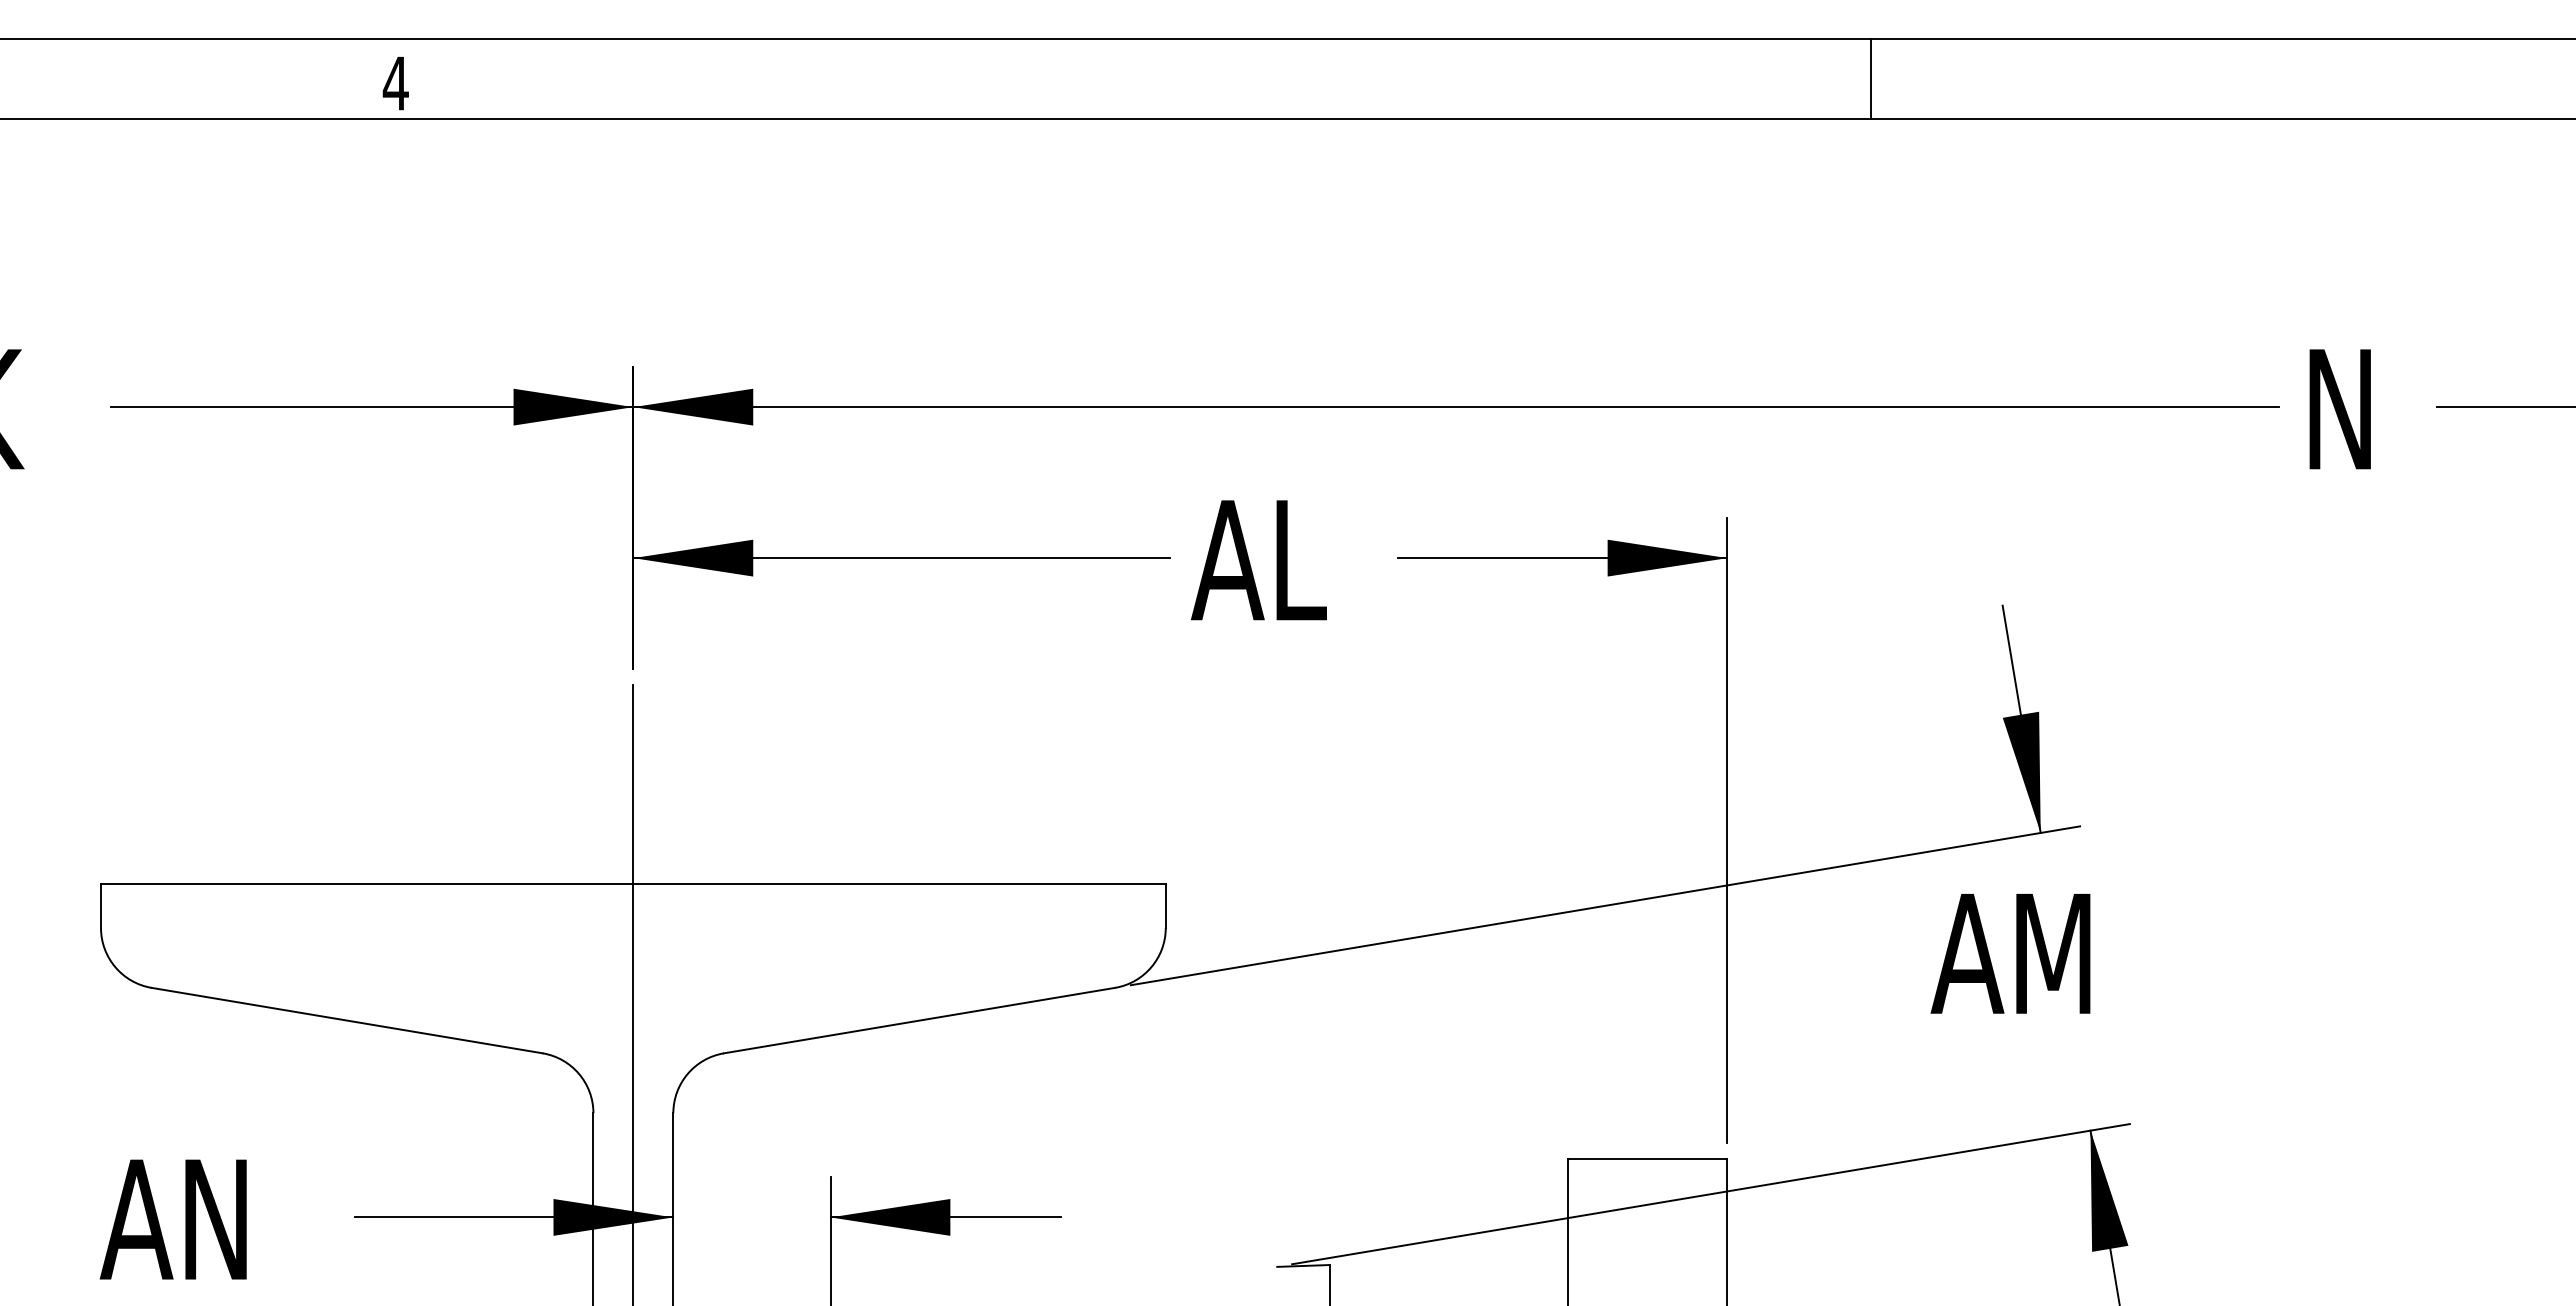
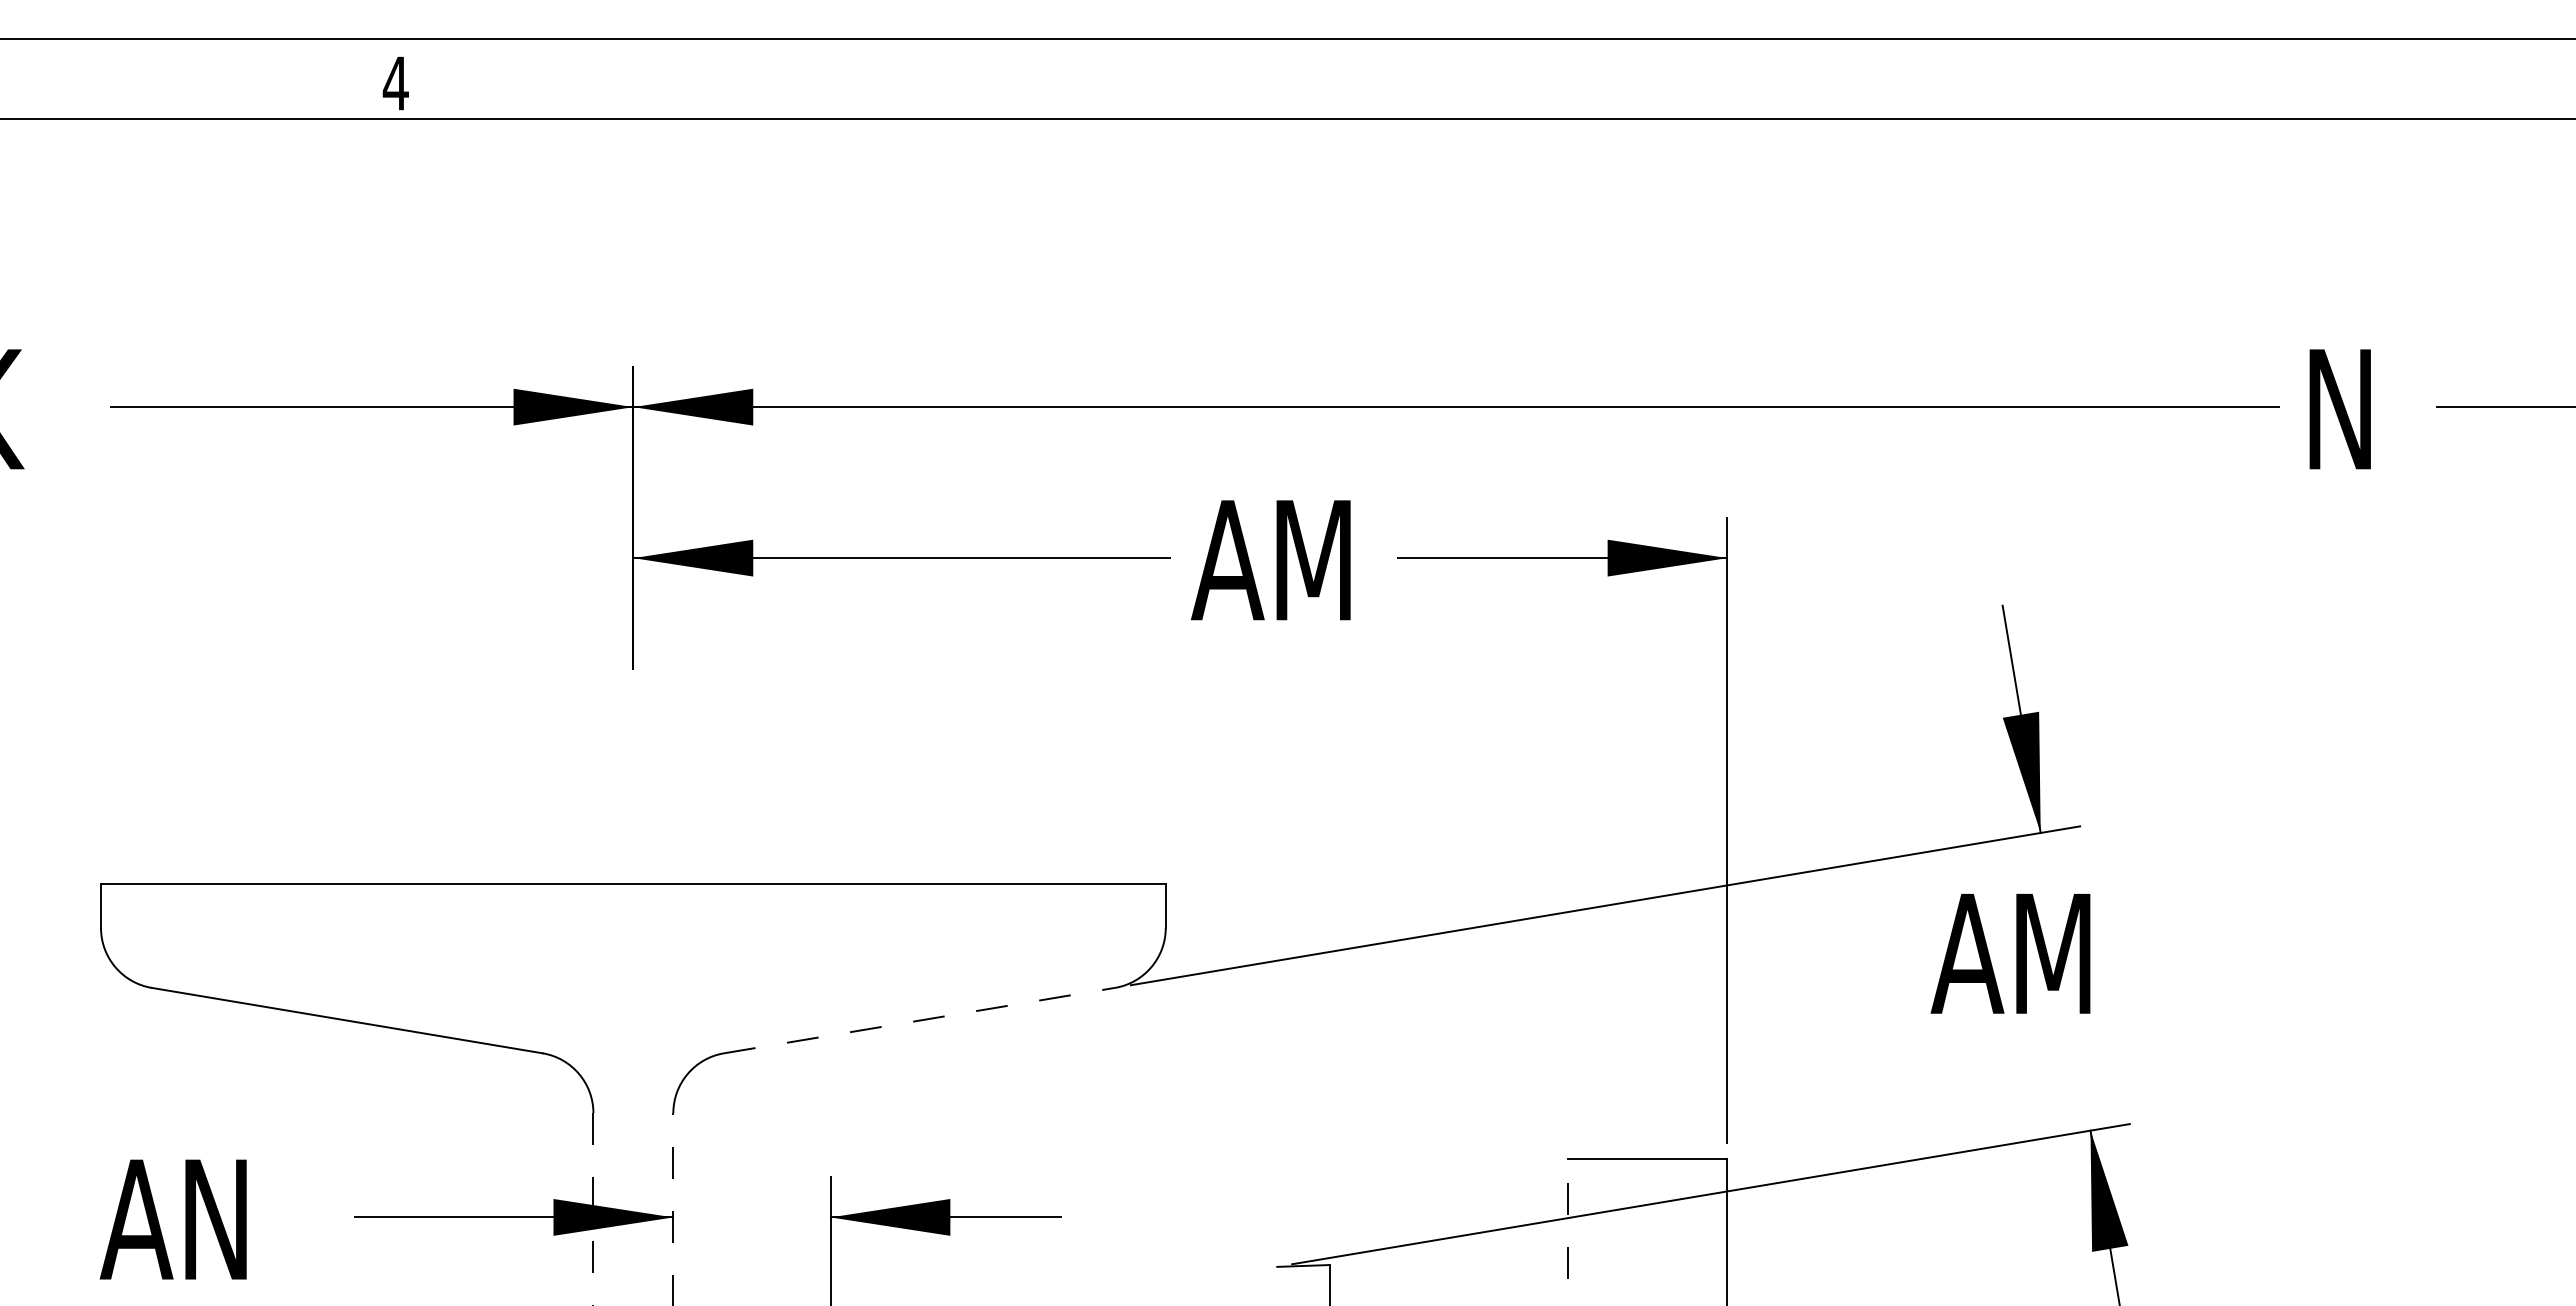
line at (1871, 79): present -> none
text at (1318, 560): AL -> AM
line at (633, 993): present -> none
line at (920, 1020): solid -> dashed
line at (593, 1209): solid -> dashed
line at (673, 1209): solid -> dashed
line at (1567, 1231): solid -> dashed
